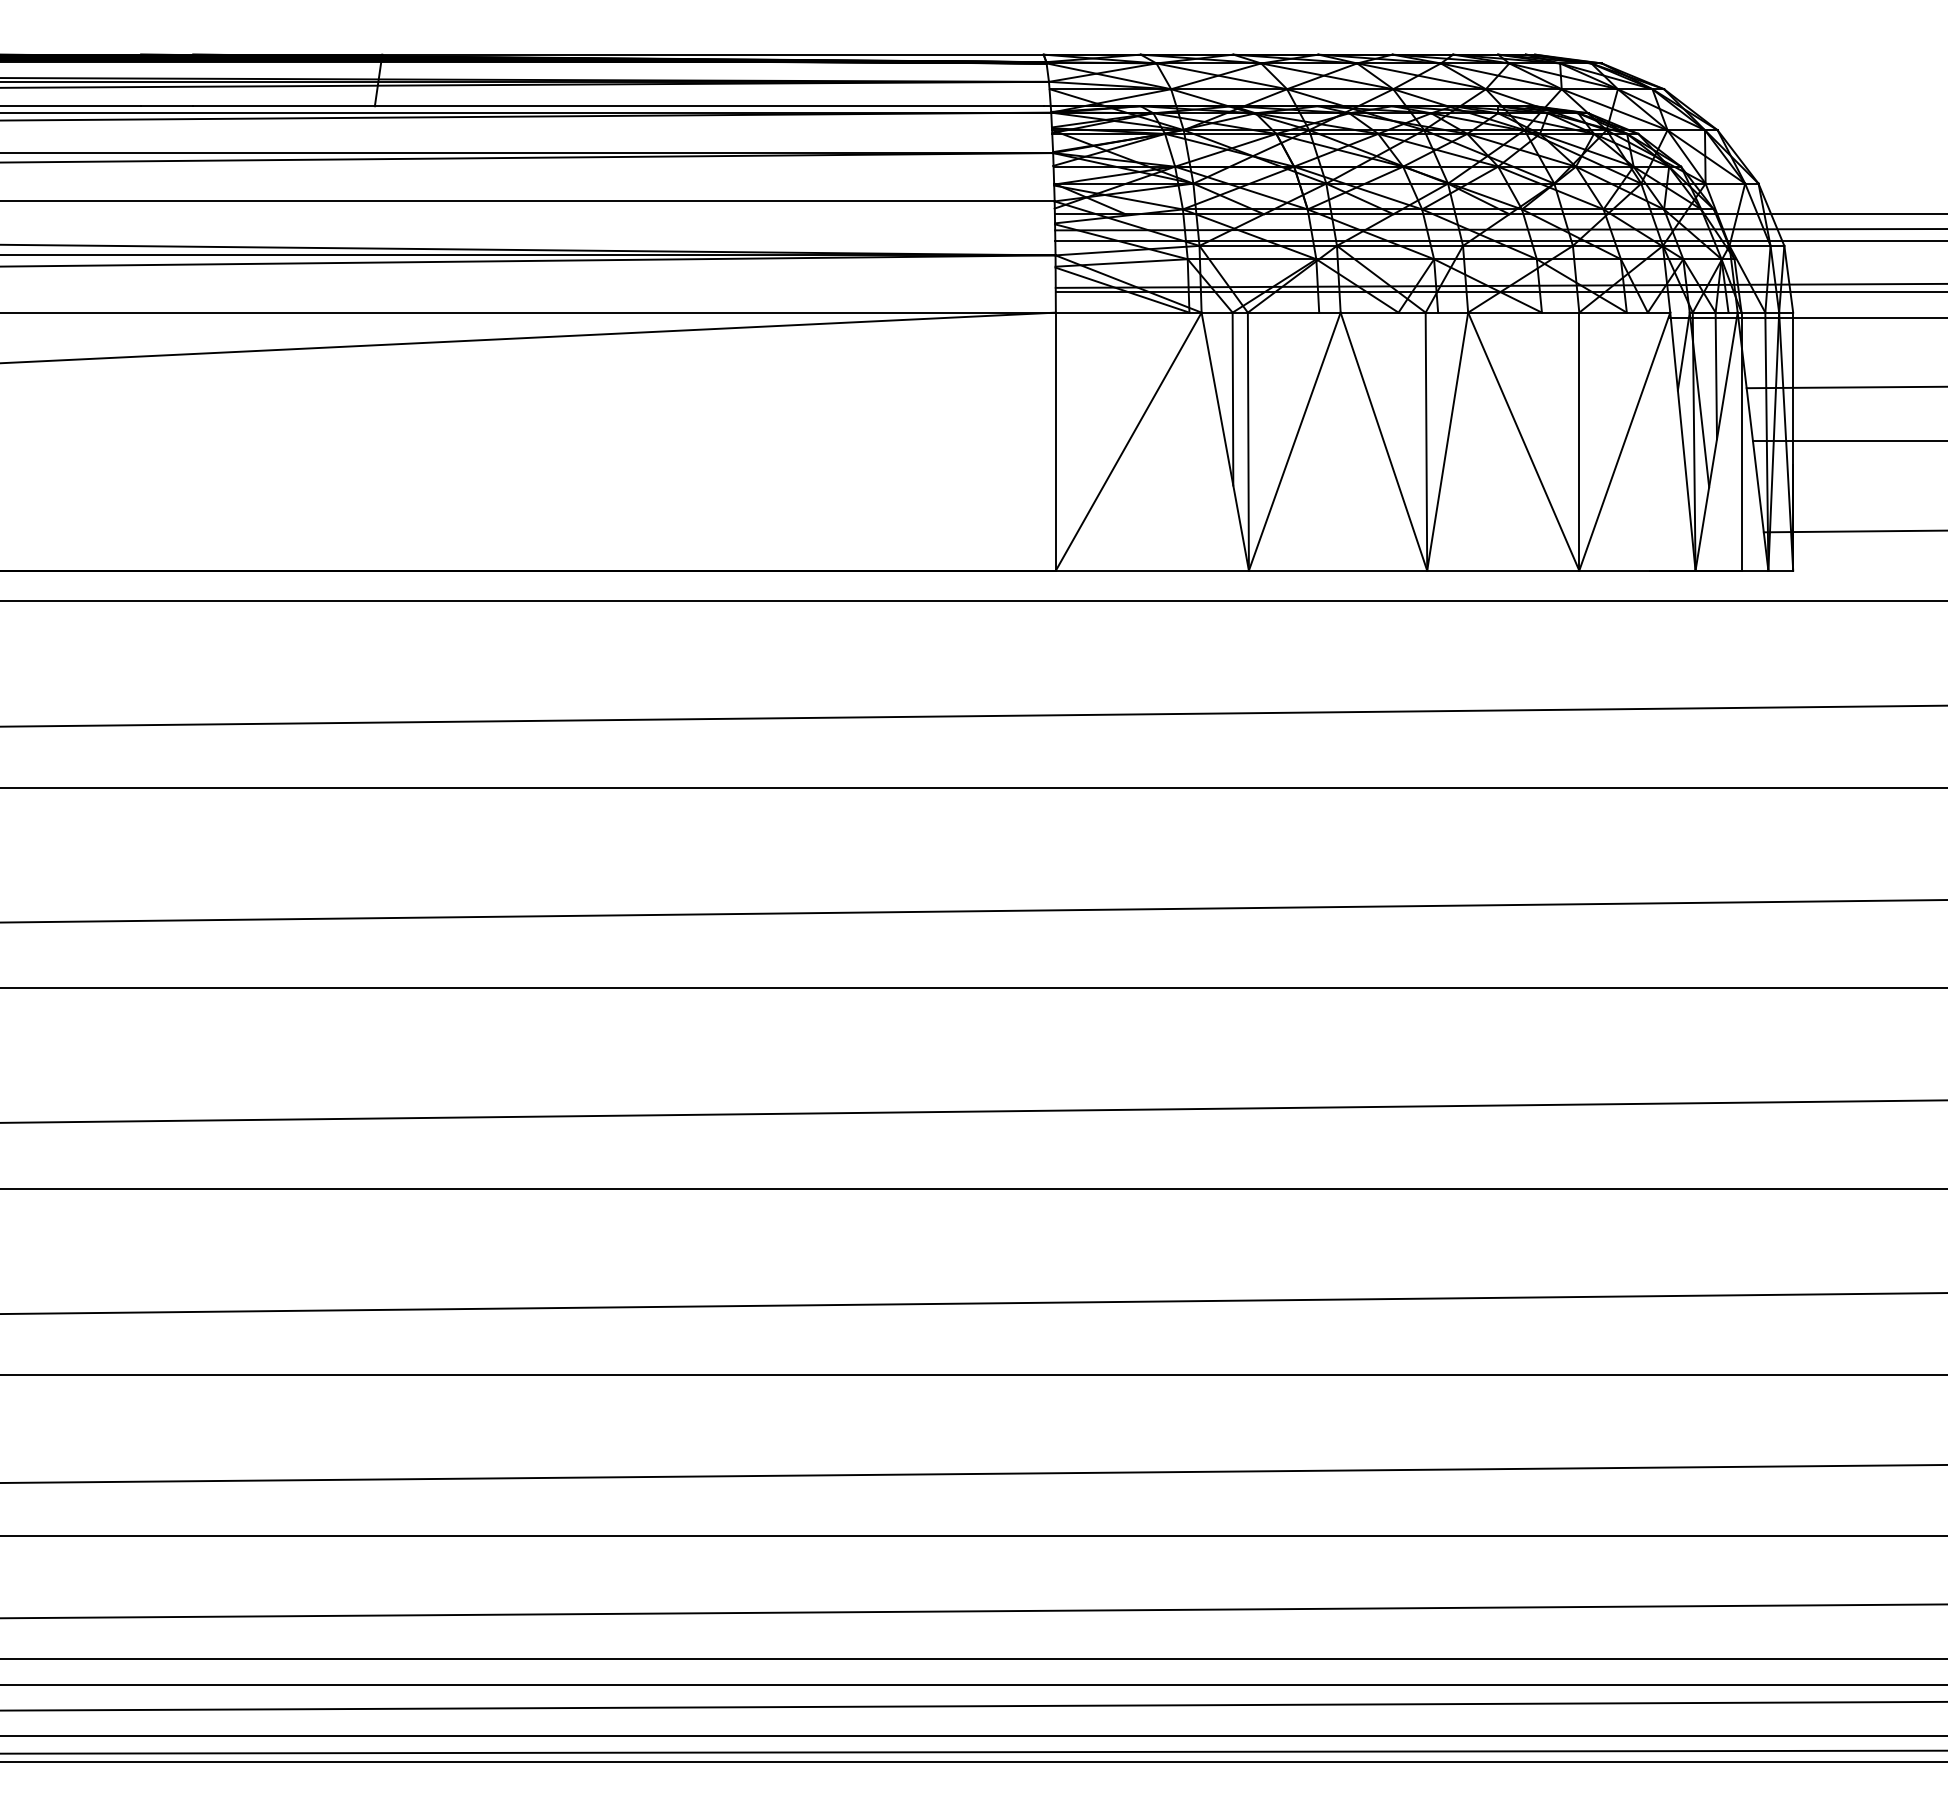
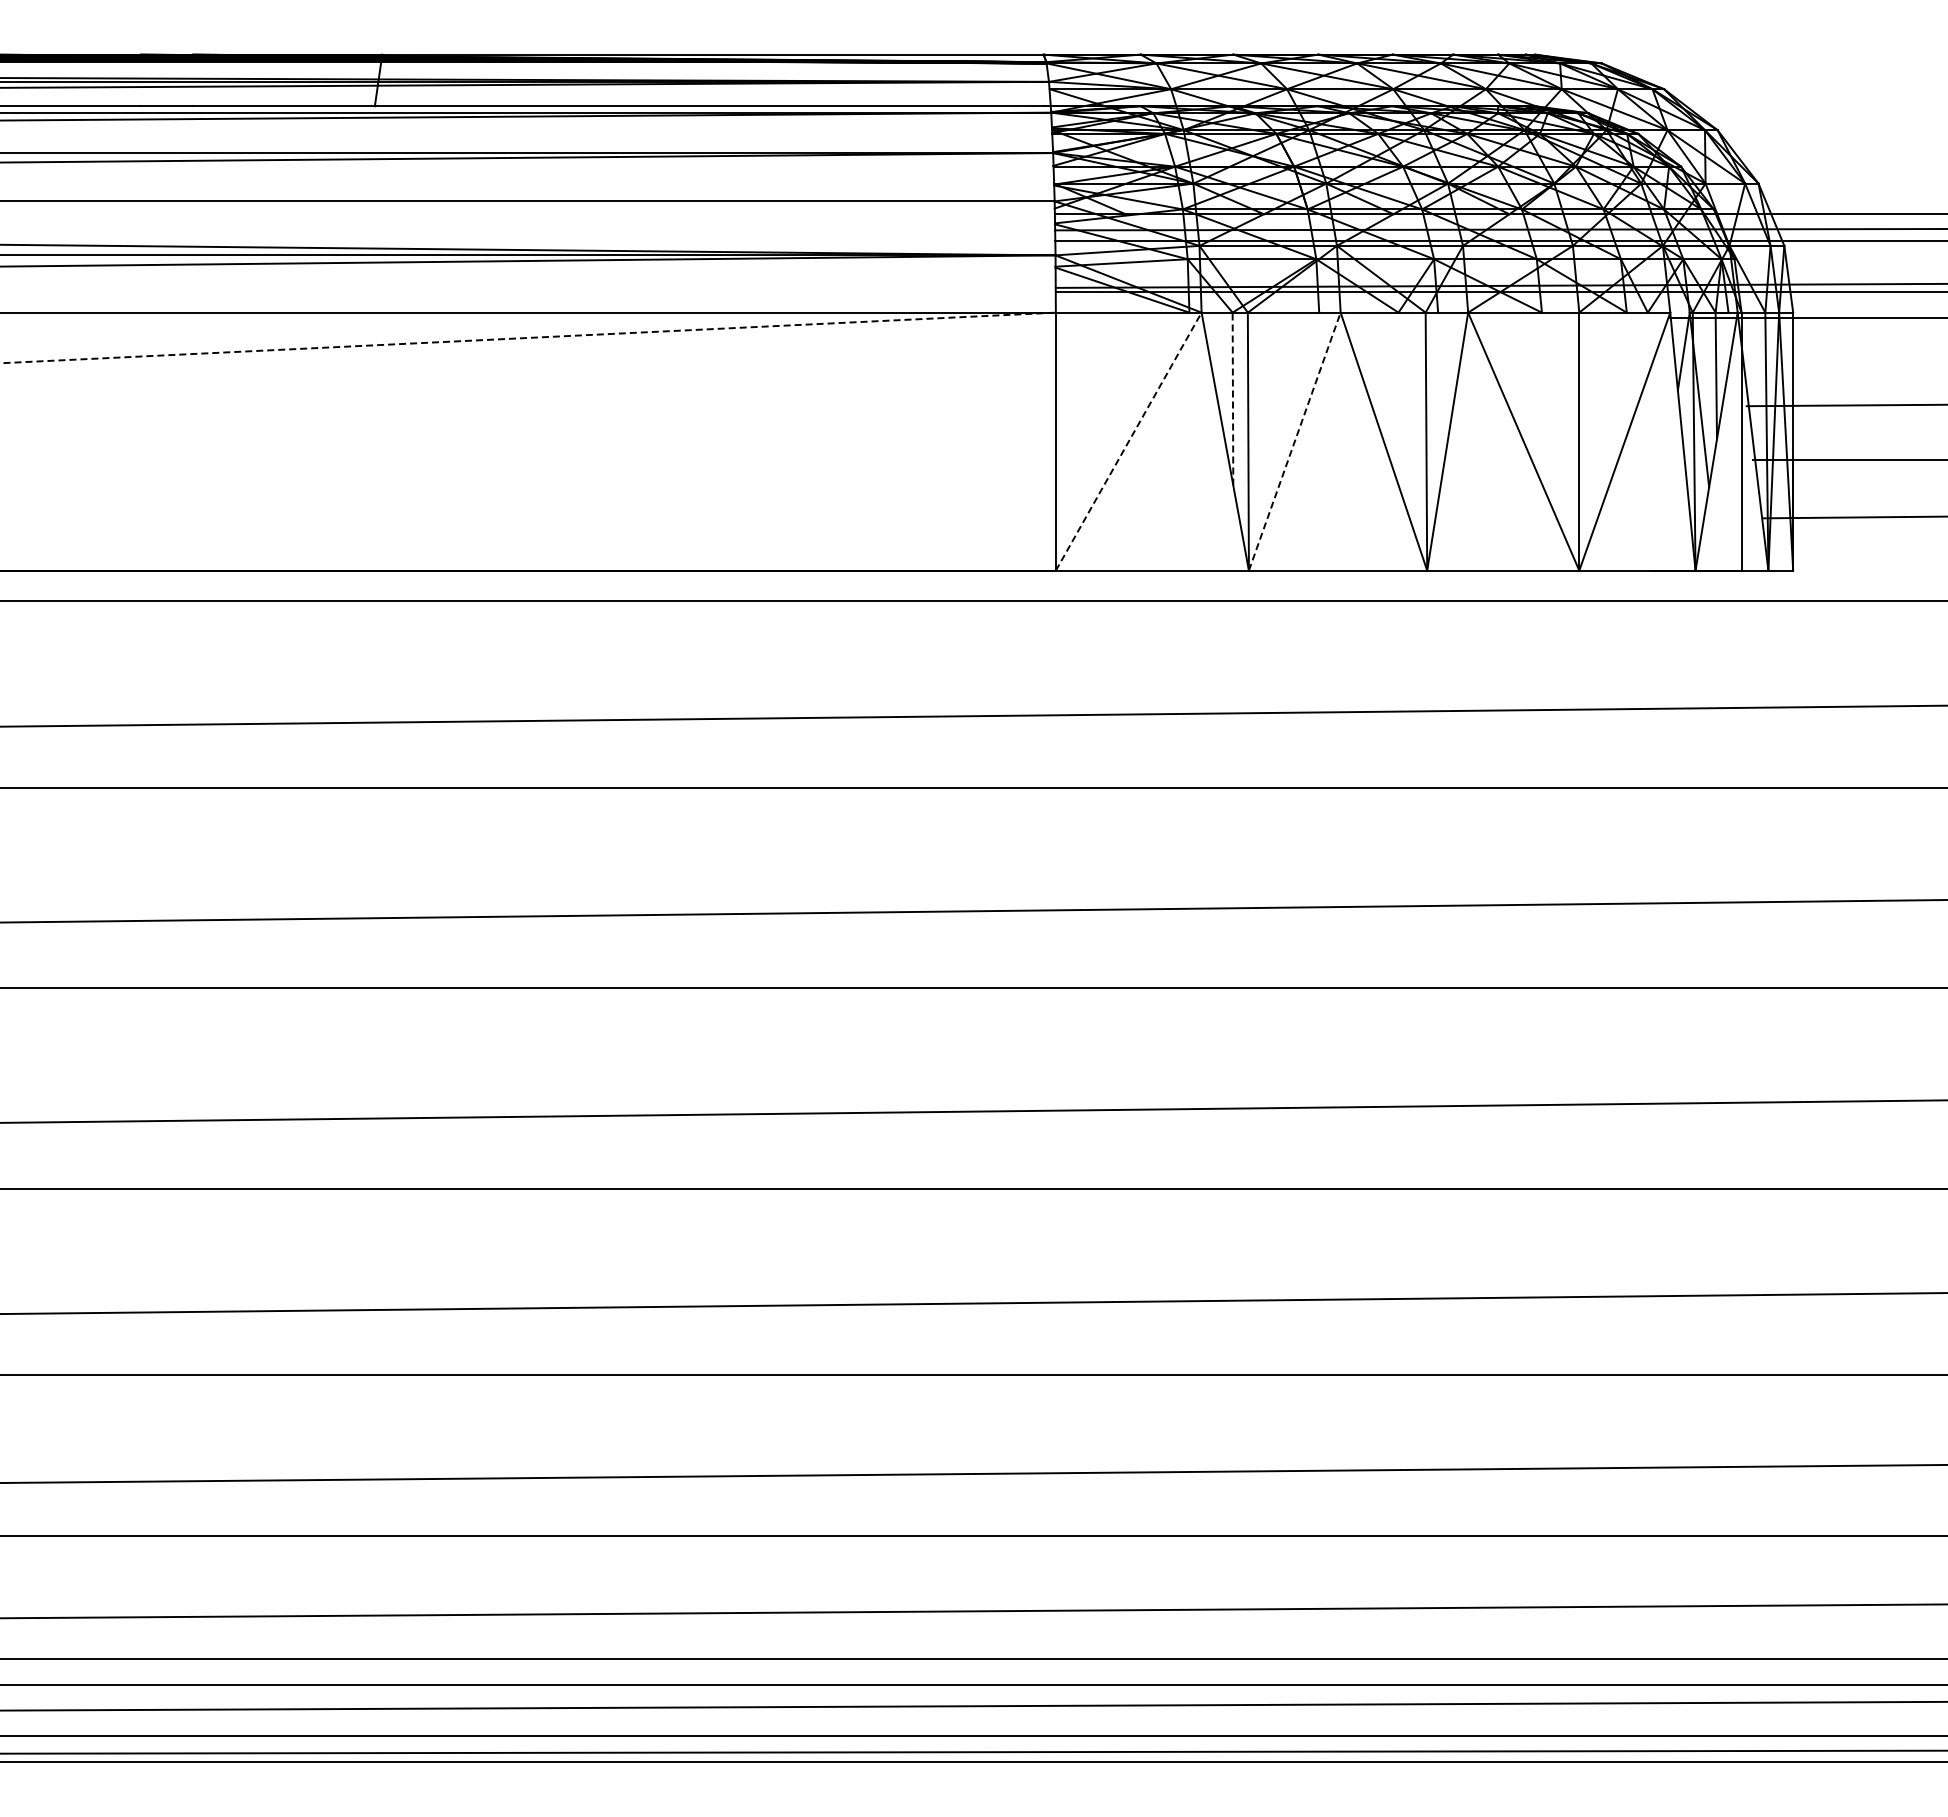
line at (528, 337): solid -> dashed
line at (1845, 387) position: (1845, 387) -> (1845, 405)
line at (1232, 398): solid -> dashed
line at (1848, 440) position: (1848, 440) -> (1848, 459)
line at (1128, 441): solid -> dashed
line at (1294, 441): solid -> dashed
line at (1853, 531) position: (1853, 531) -> (1853, 517)
